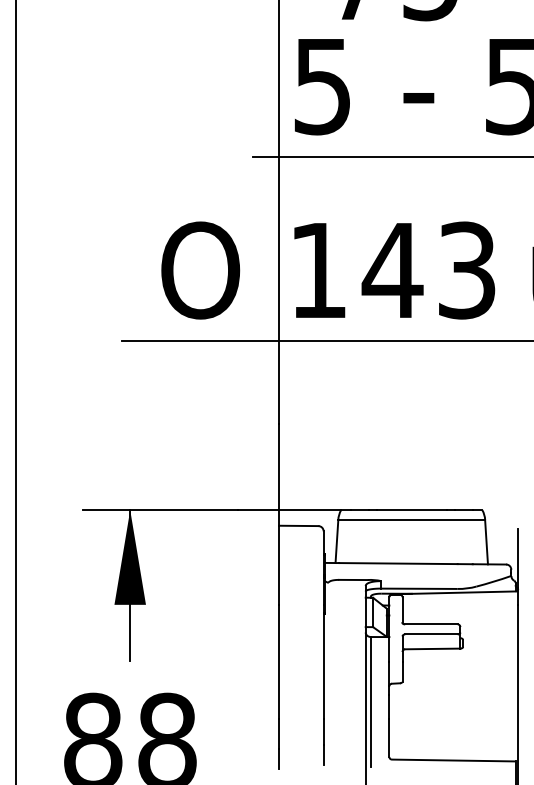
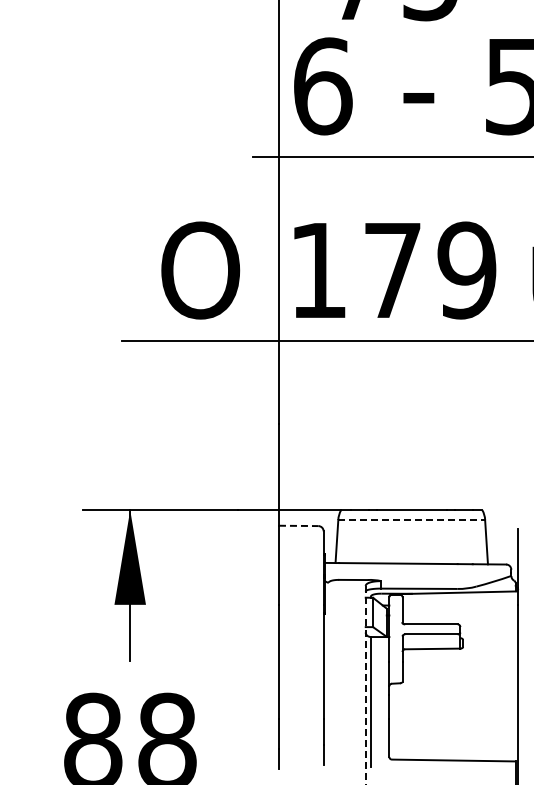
text at (323, 86): 5 -> 6
text at (428, 270): 143 -> 179
line at (15, 391): present -> none
line at (412, 519): solid -> dashed
line at (298, 525): solid -> dashed
line at (365, 685): solid -> dashed
